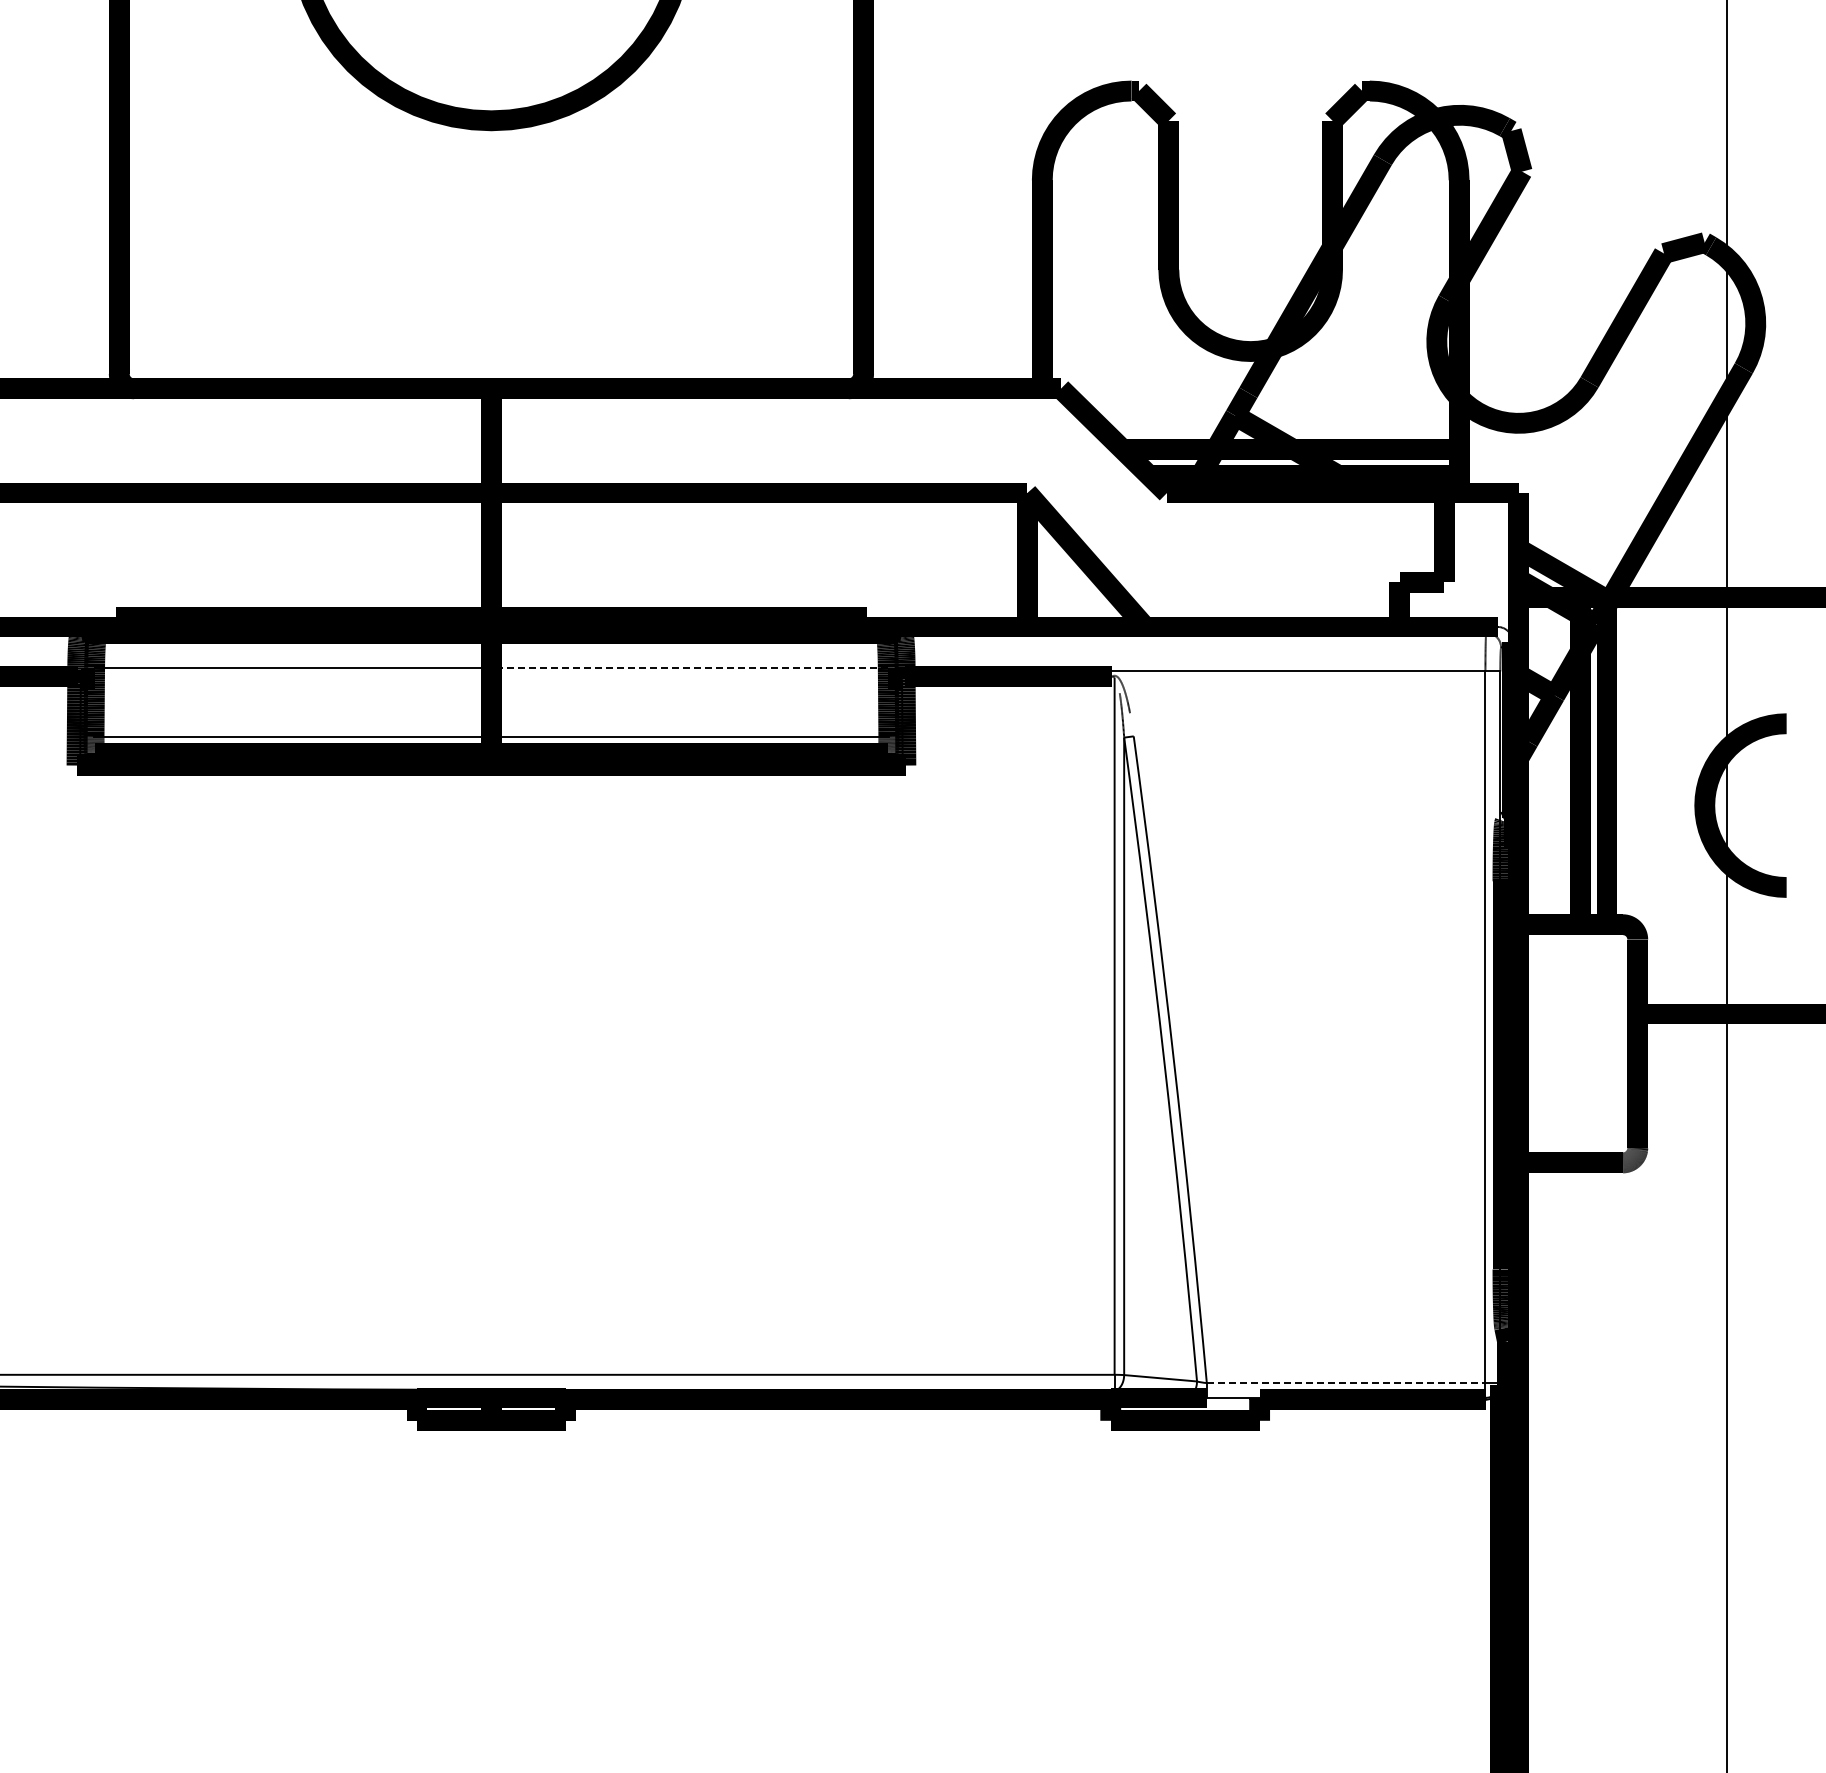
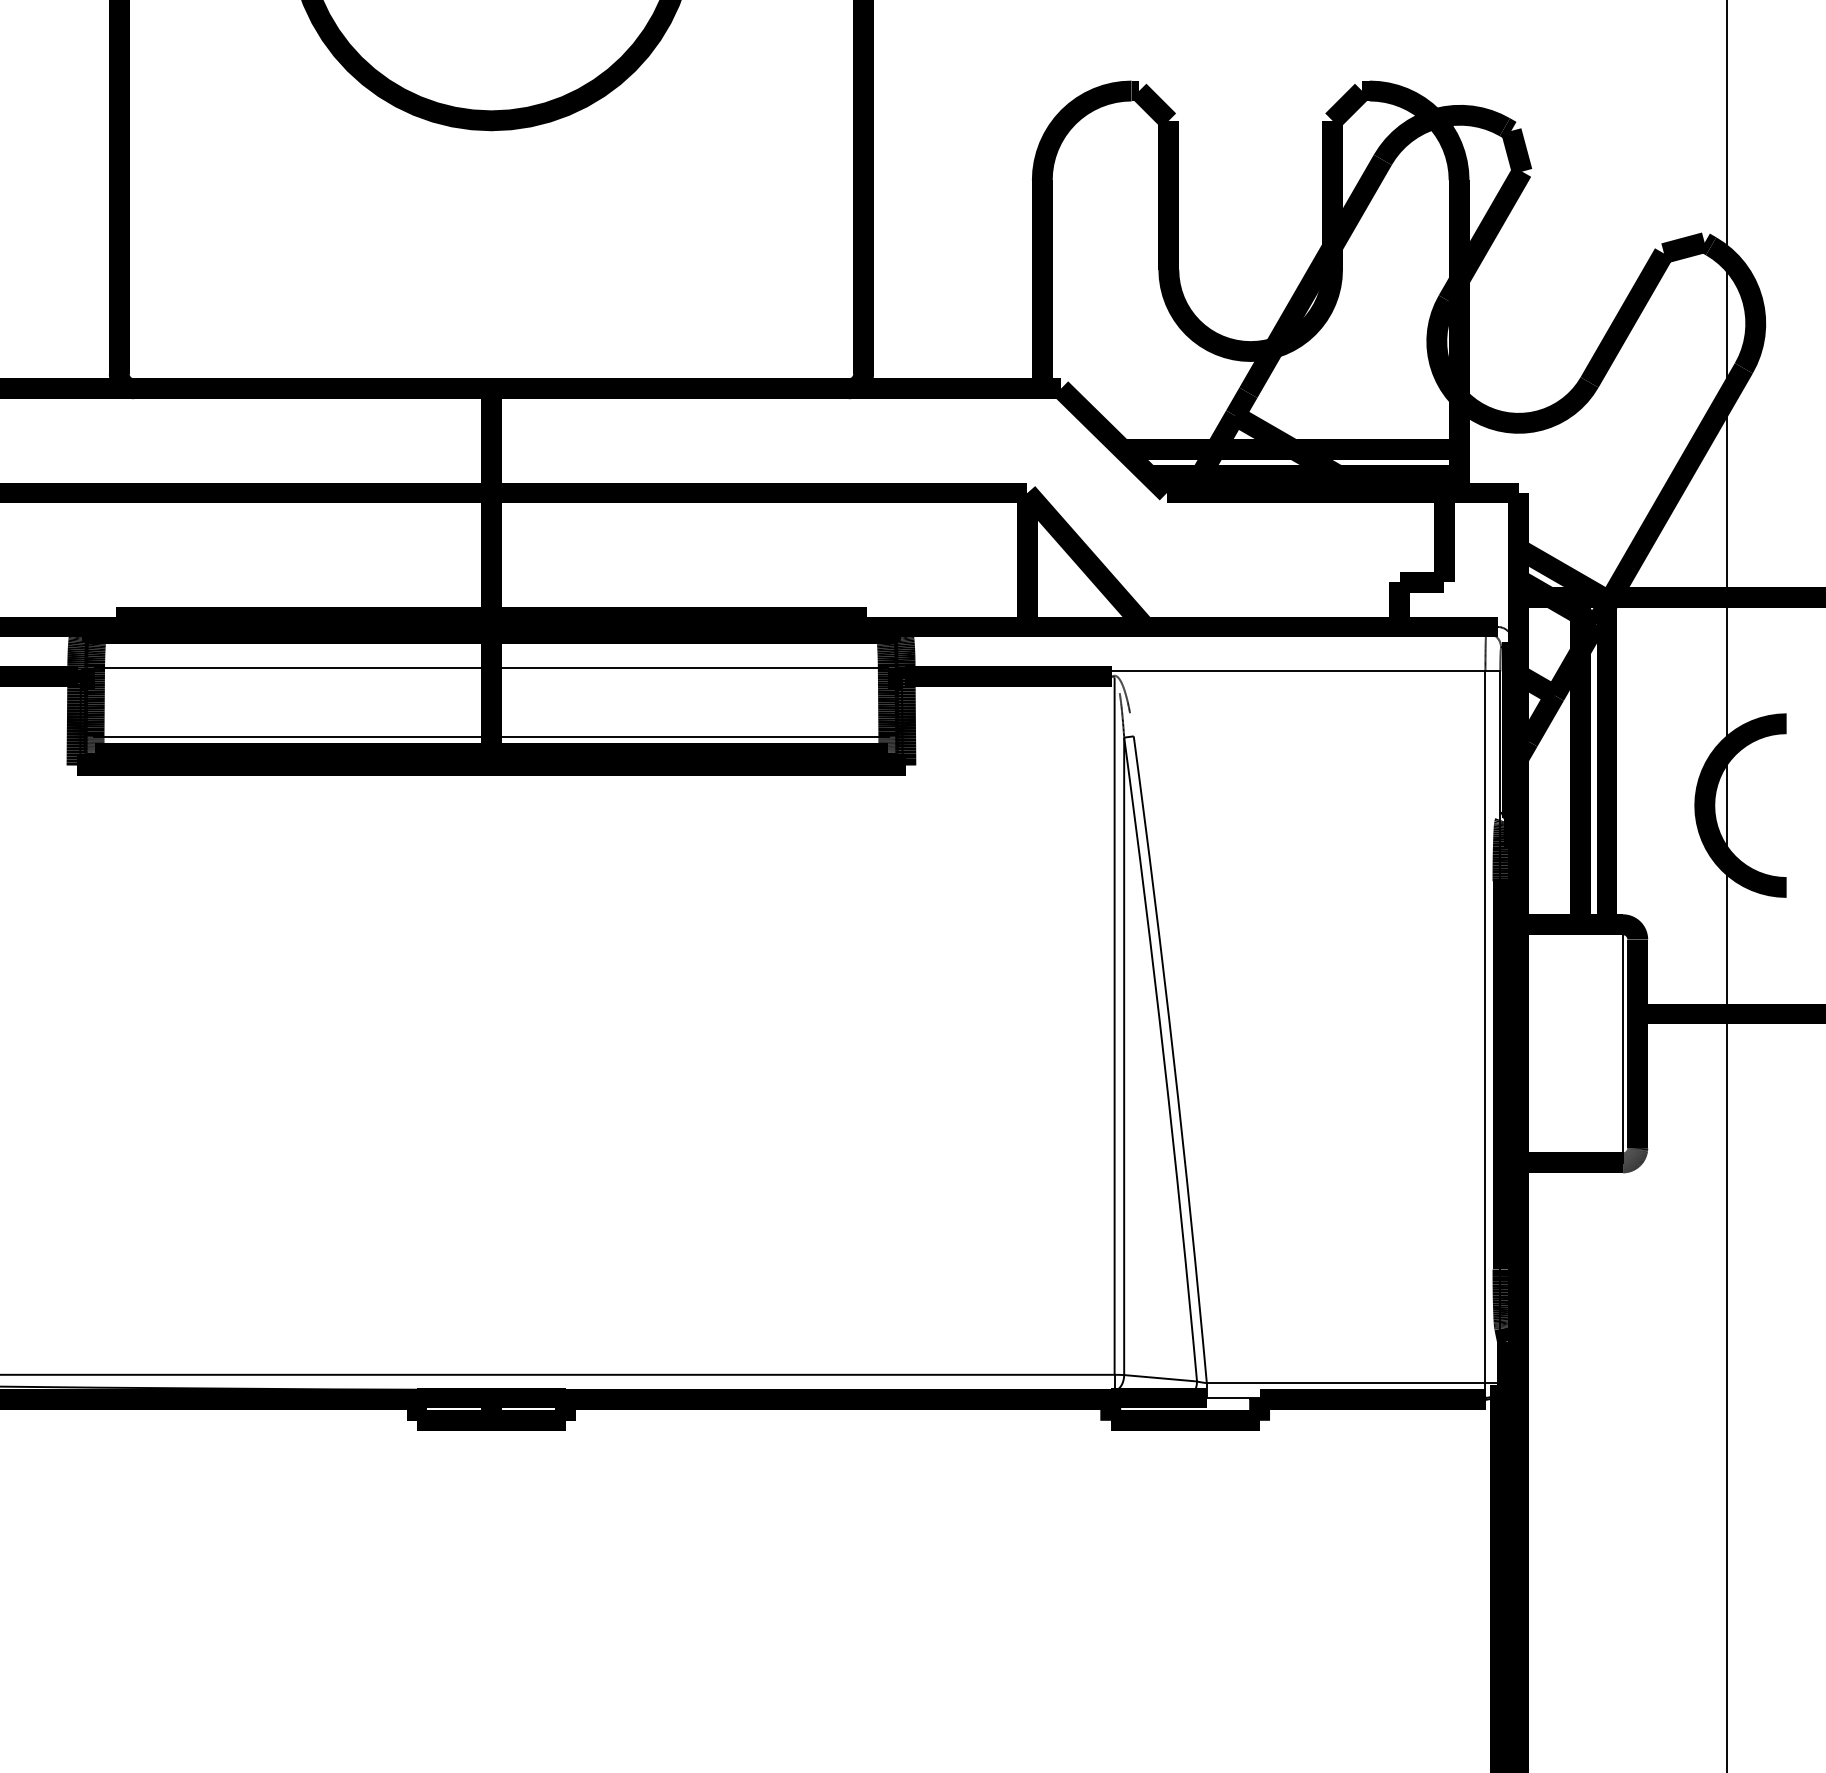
line at (689, 667): dashed -> solid
line at (1622, 1043): none -> present
line at (1346, 1383): dashed -> solid
